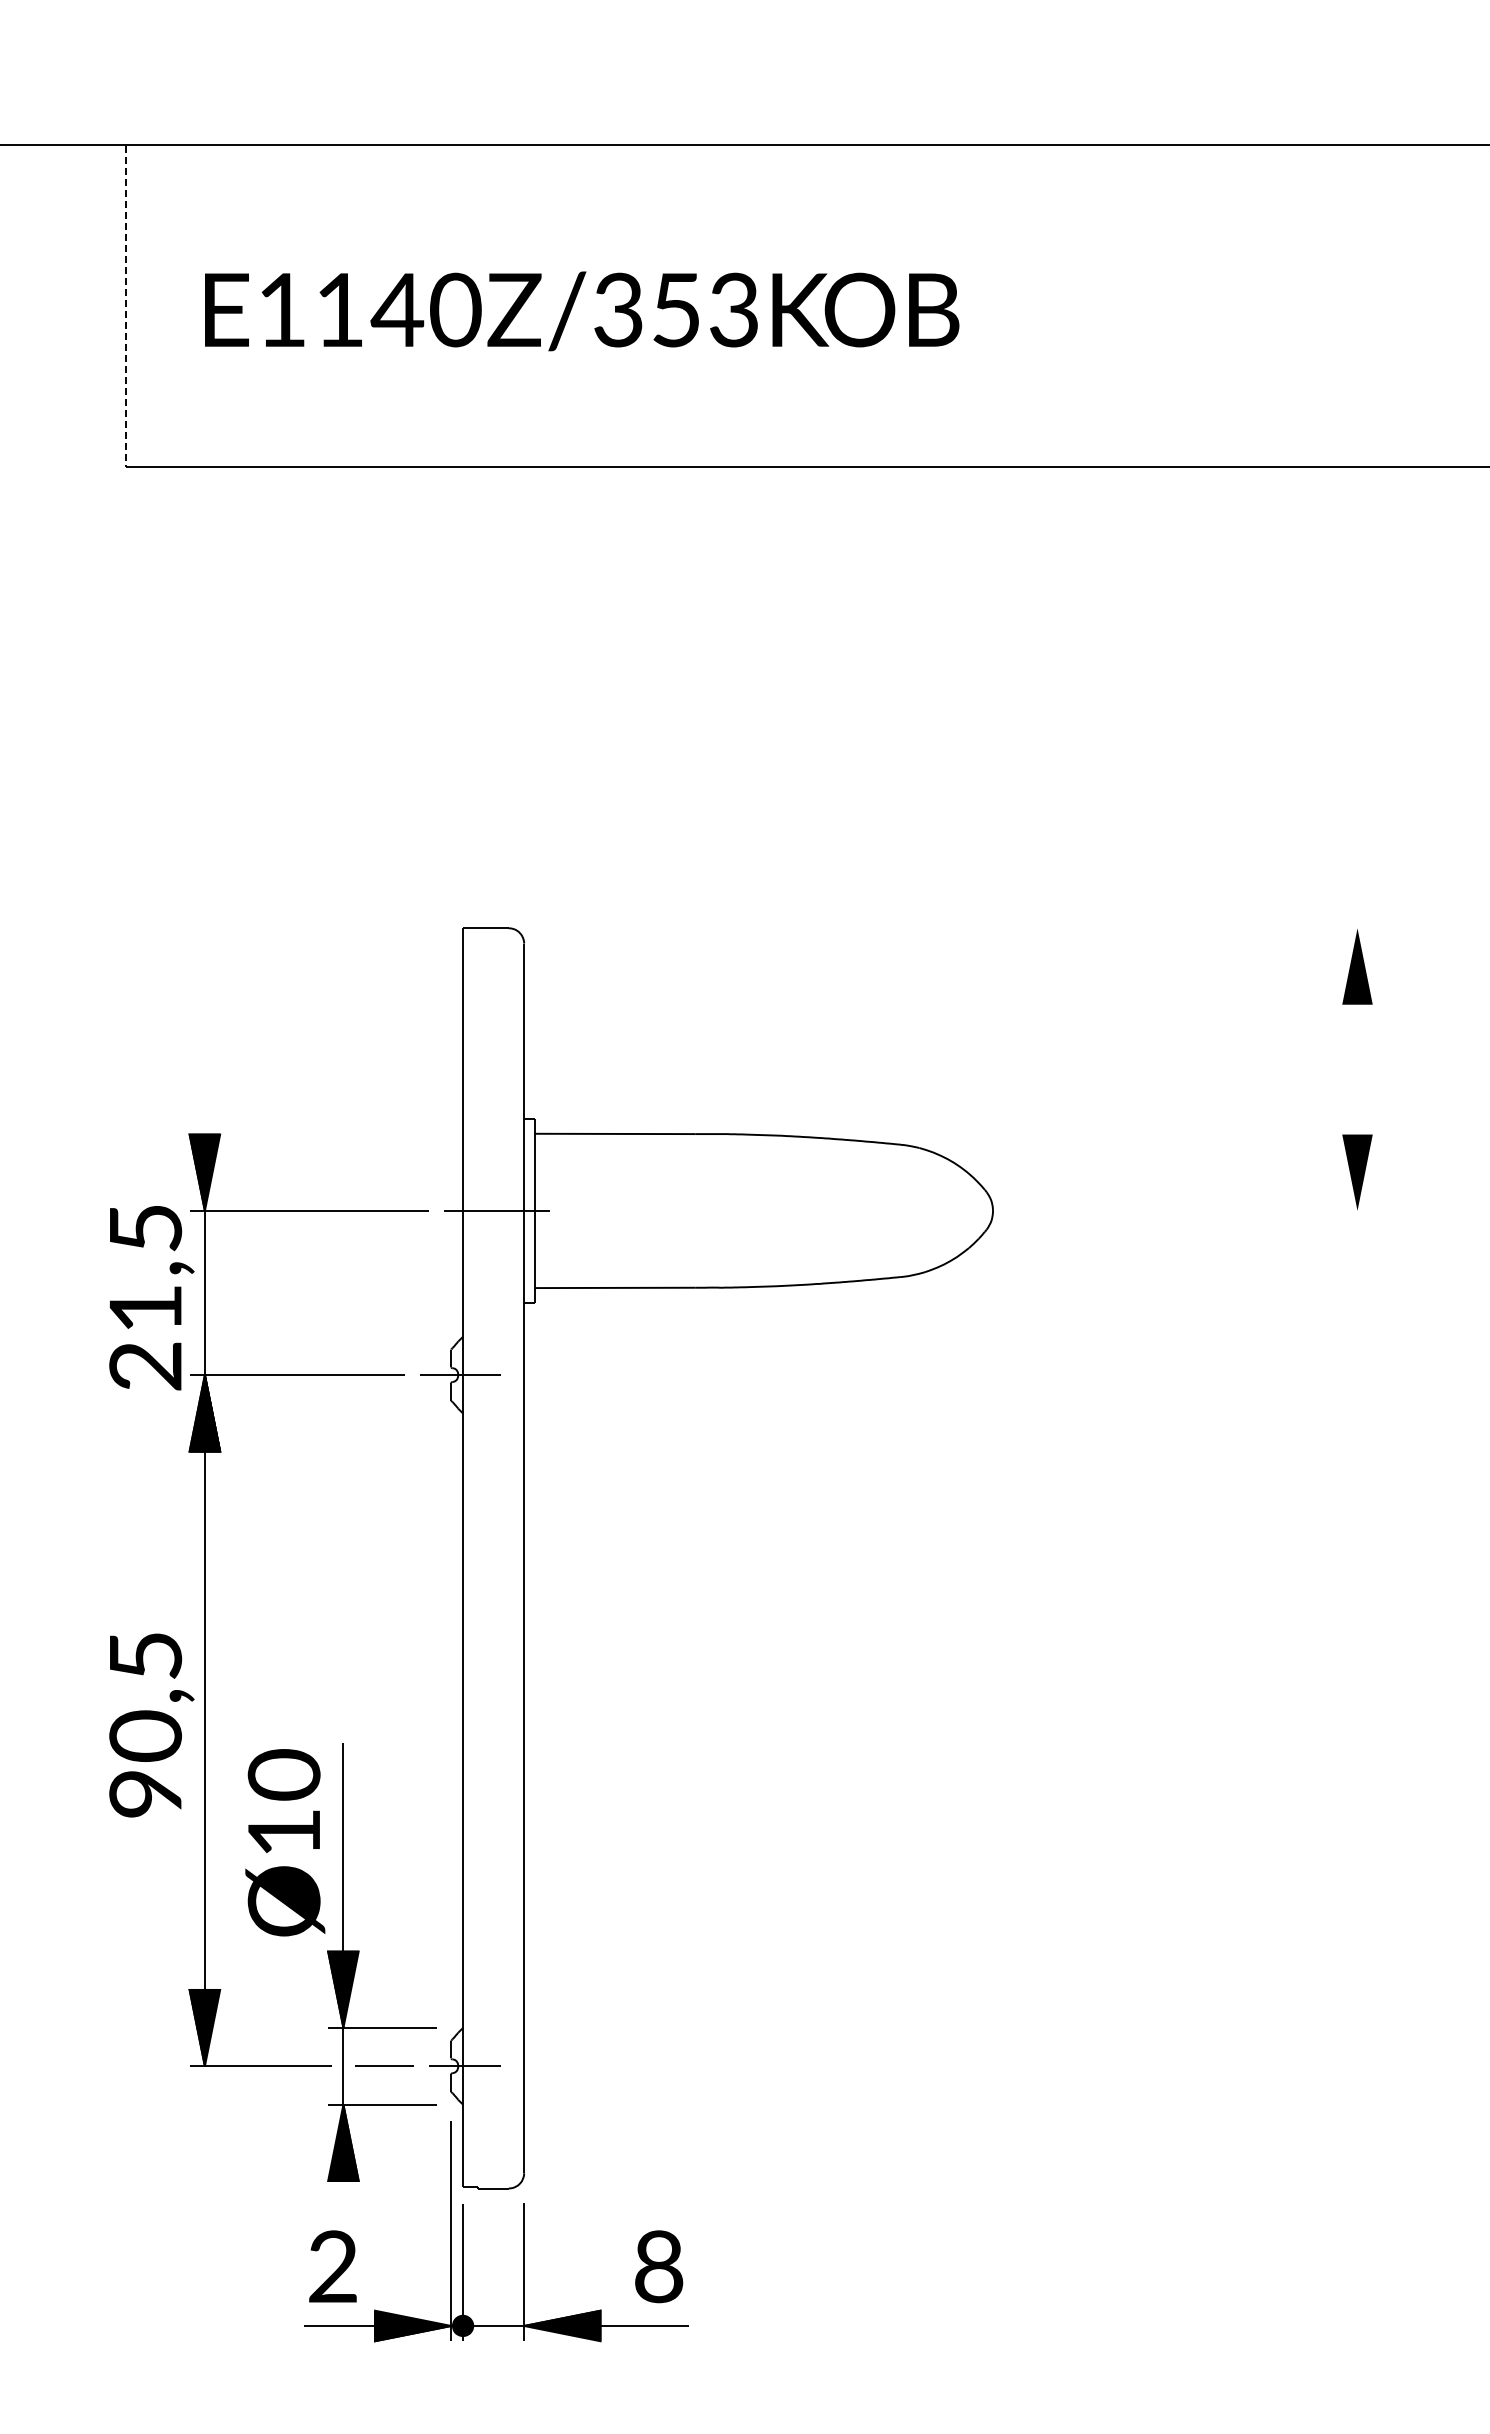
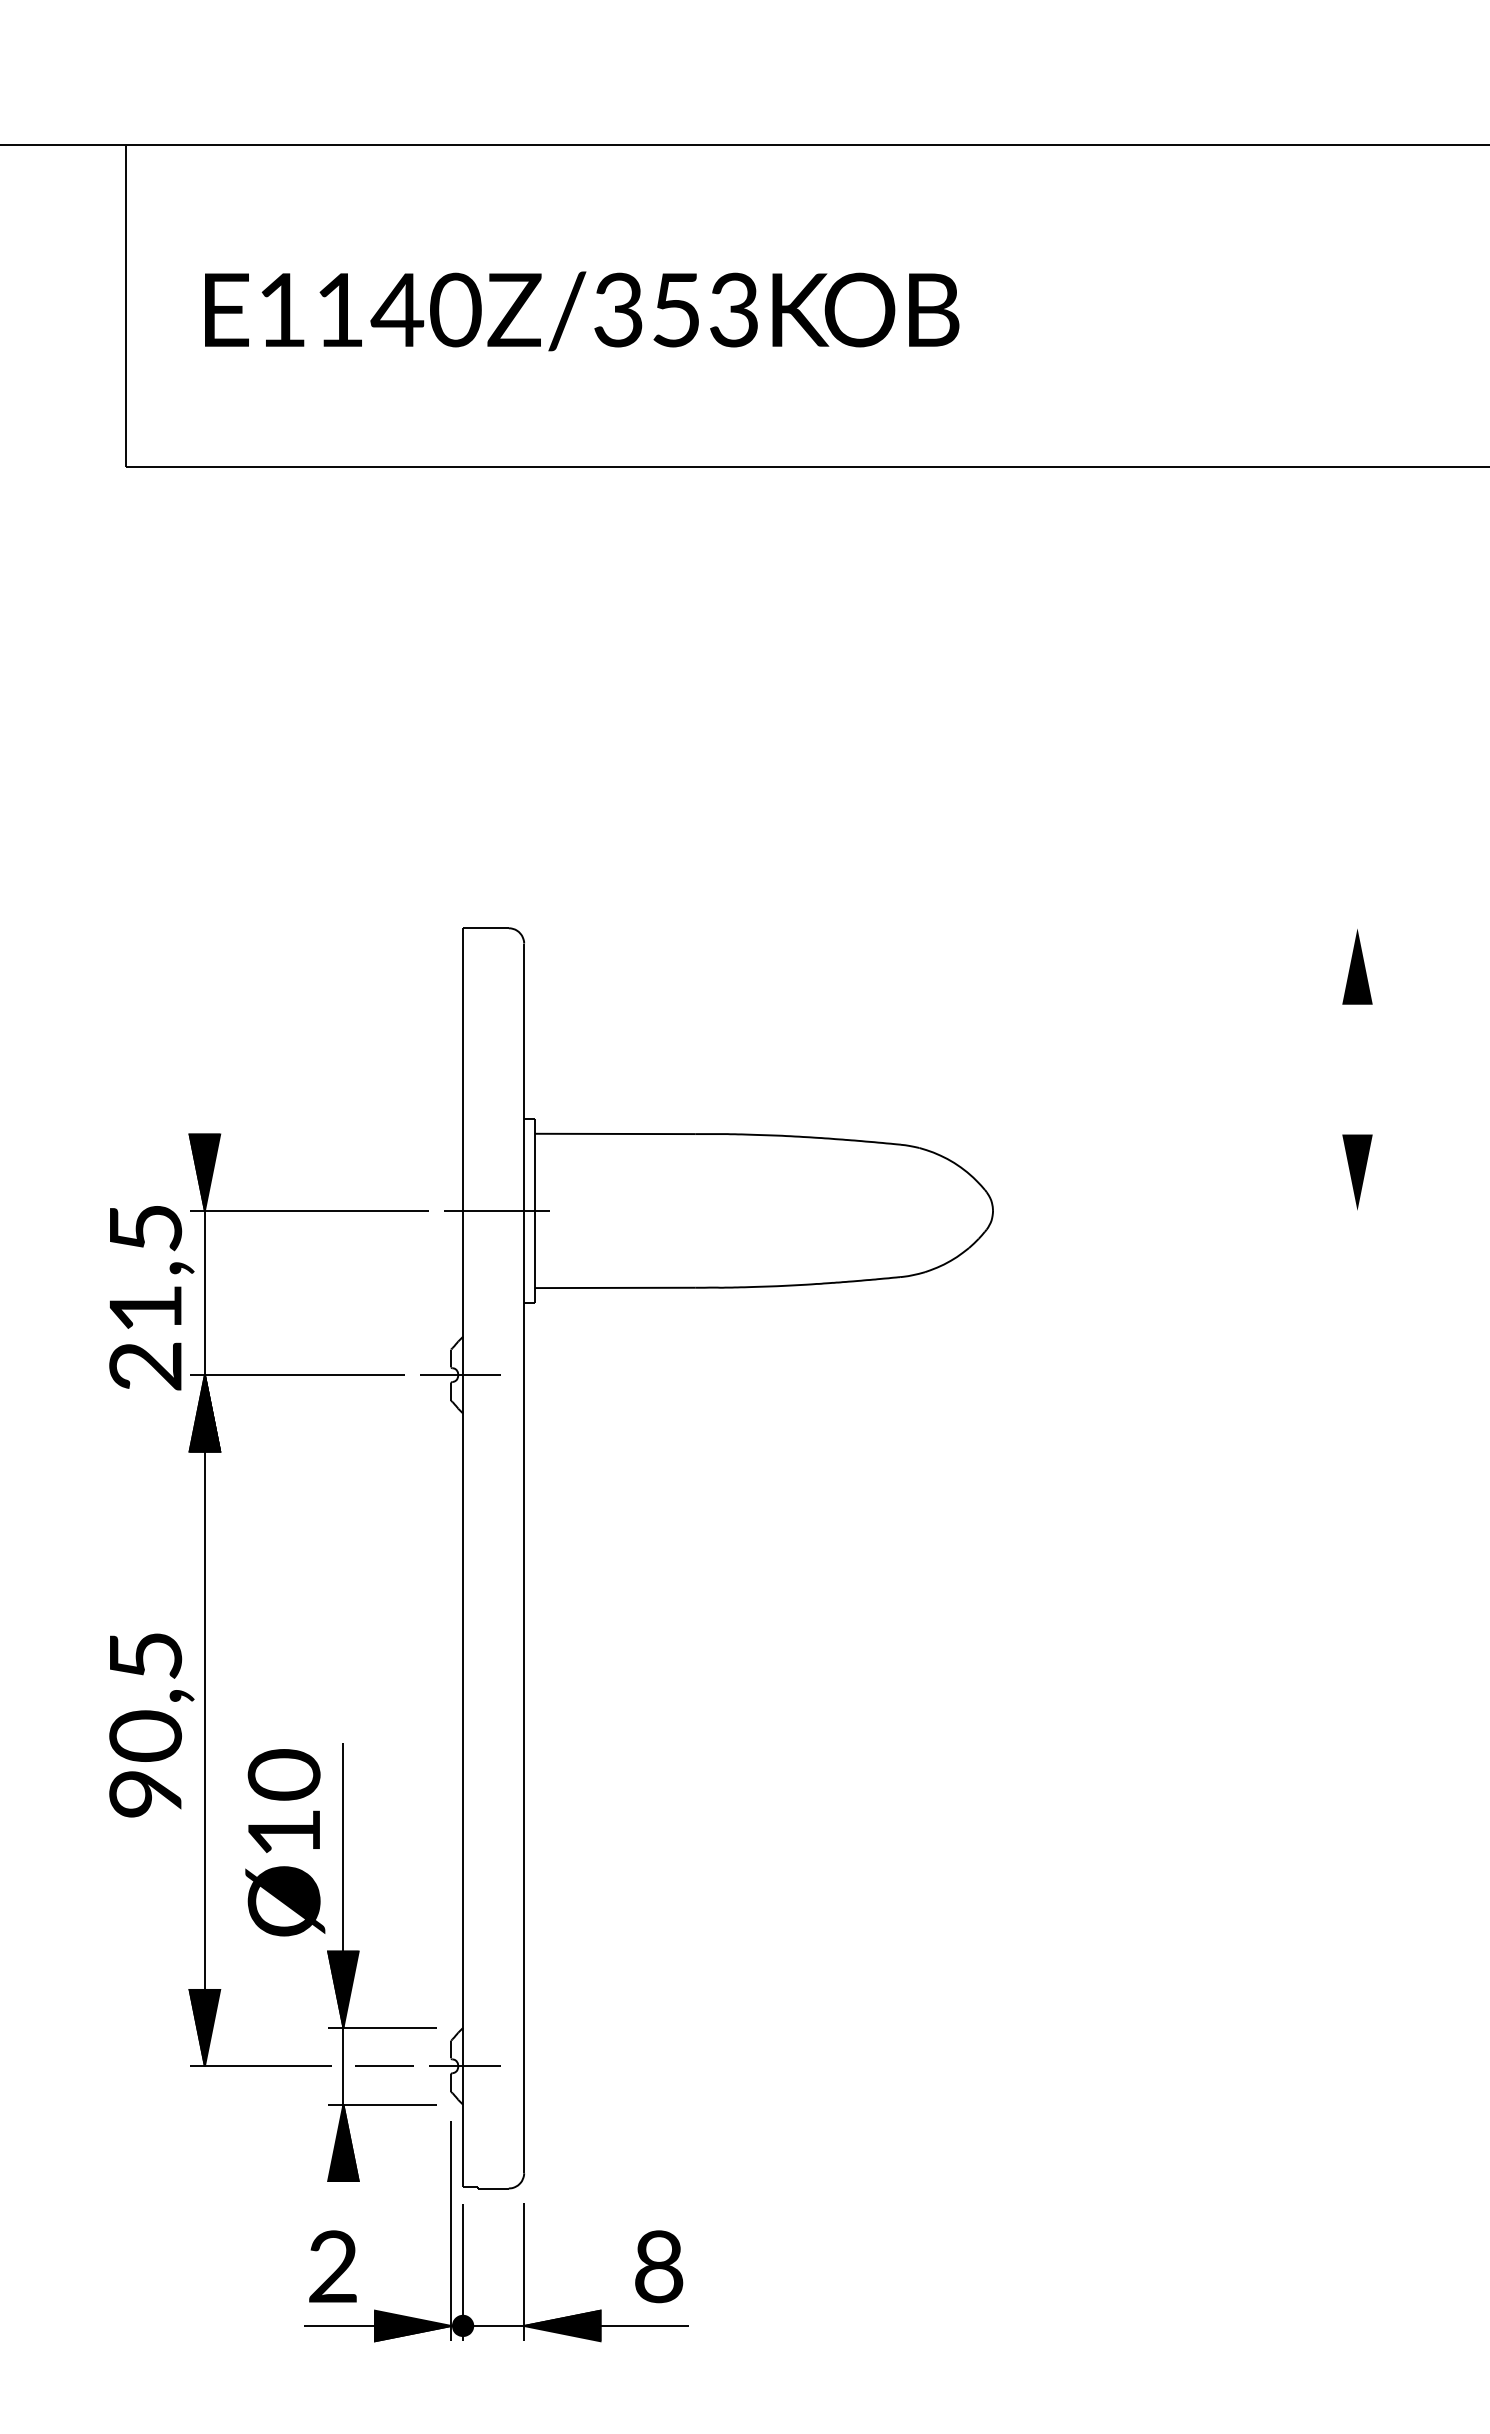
line at (125, 306): dashed -> solid
